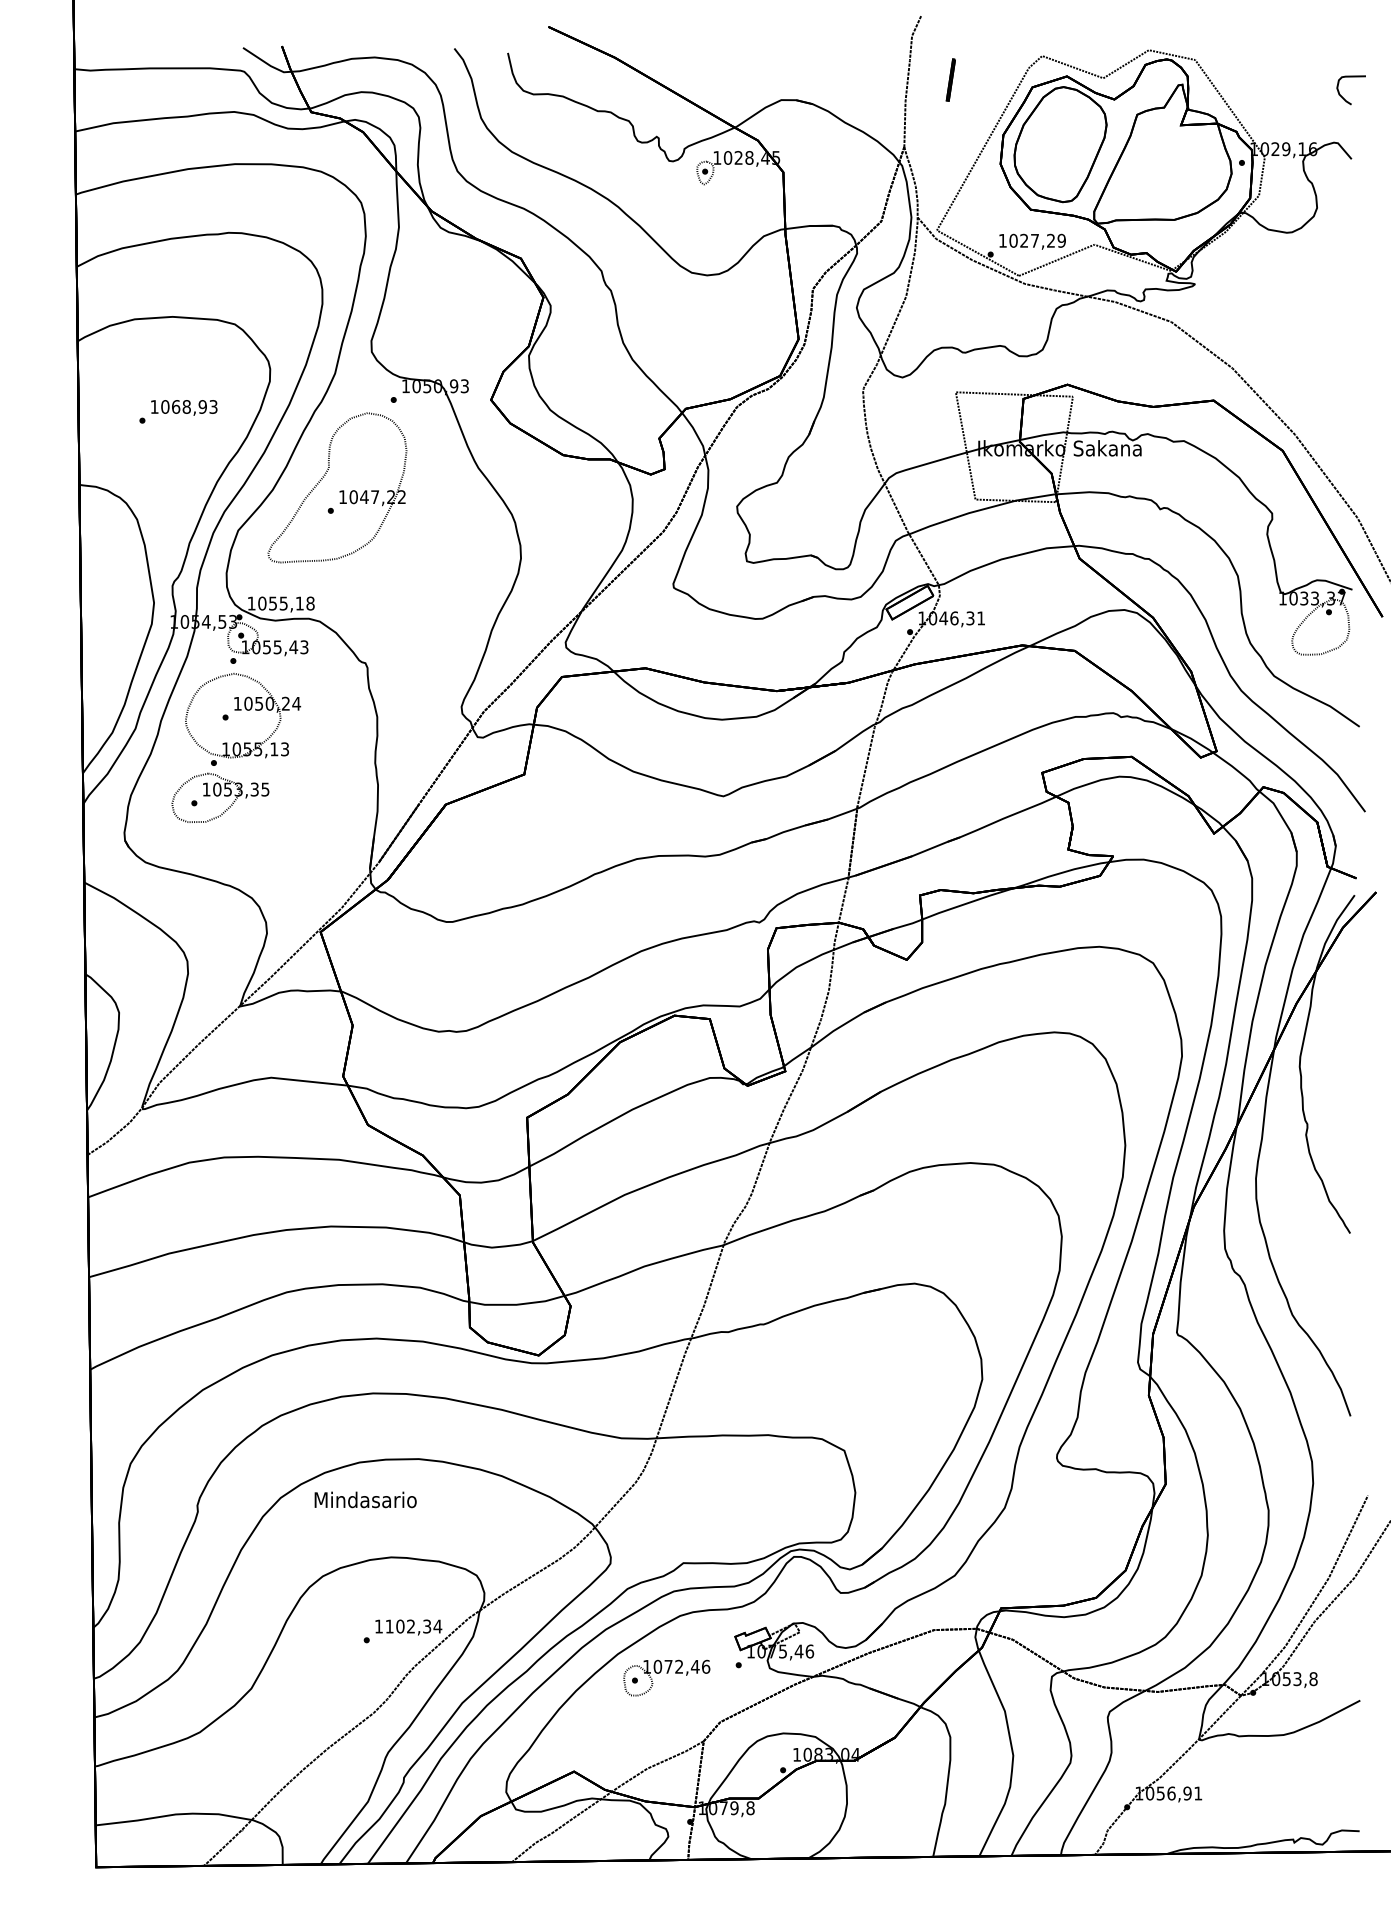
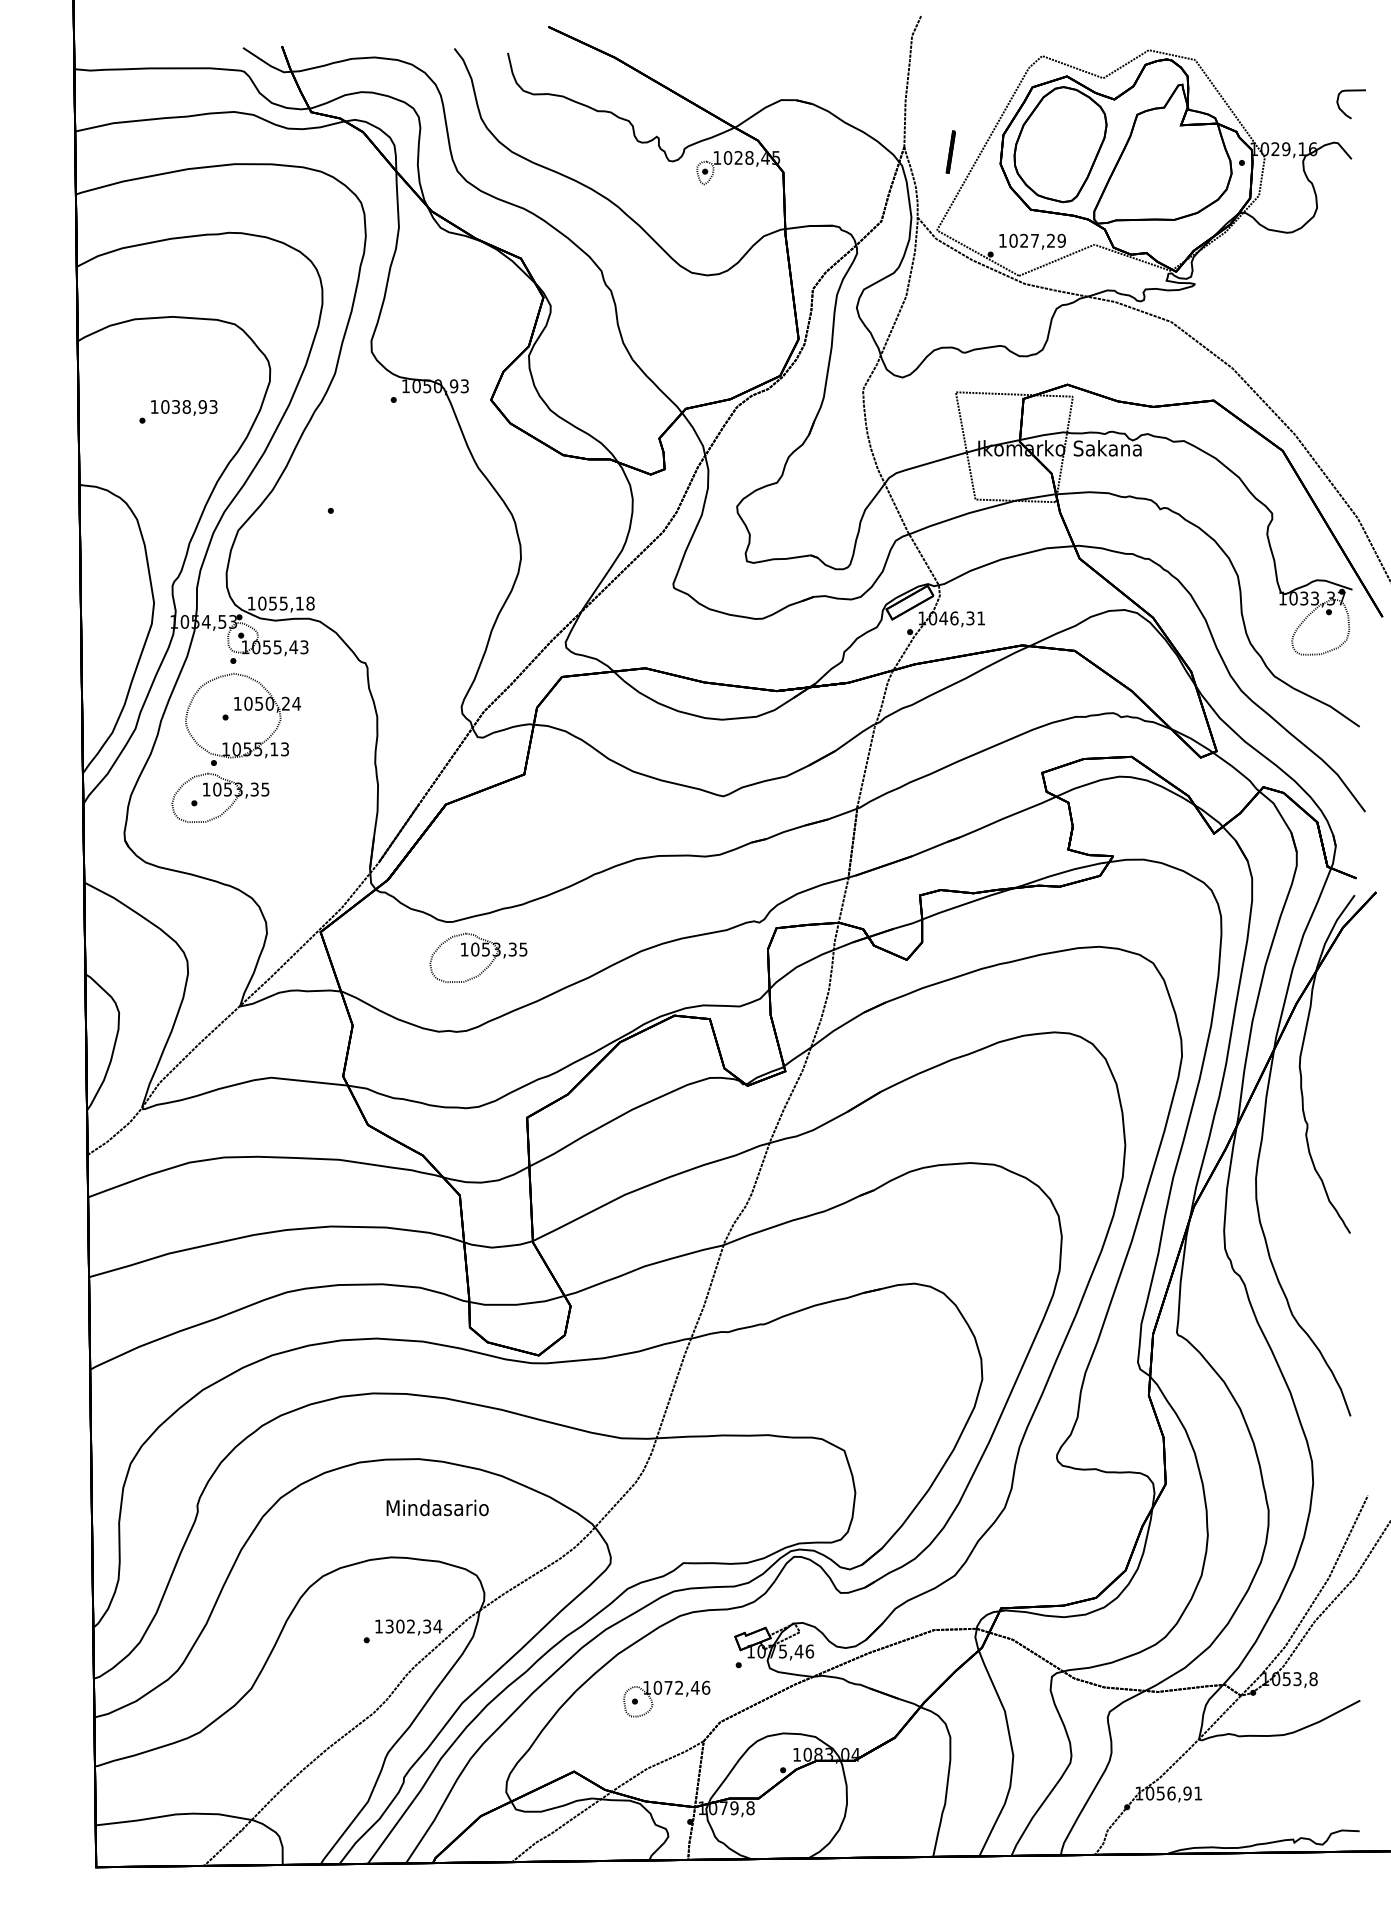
part at (950, 79) position: (950, 79) -> (950, 151)
curve at (1343, 97) position: (1343, 97) -> (1343, 111)
text at (176, 406): 1068,93 -> 1038,93
part at (337, 487): present -> none
part at (478, 957): none -> present
text at (365, 1499) position: (365, 1499) -> (437, 1507)
text at (389, 1626): 1102,34 -> 1302,34
part at (666, 1677) position: (666, 1677) -> (666, 1698)
